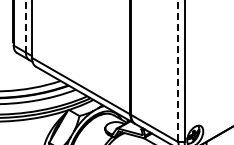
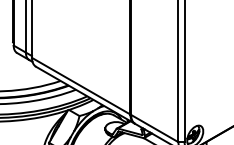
line at (25, 26): dashed -> solid
line at (178, 71): dashed -> solid
